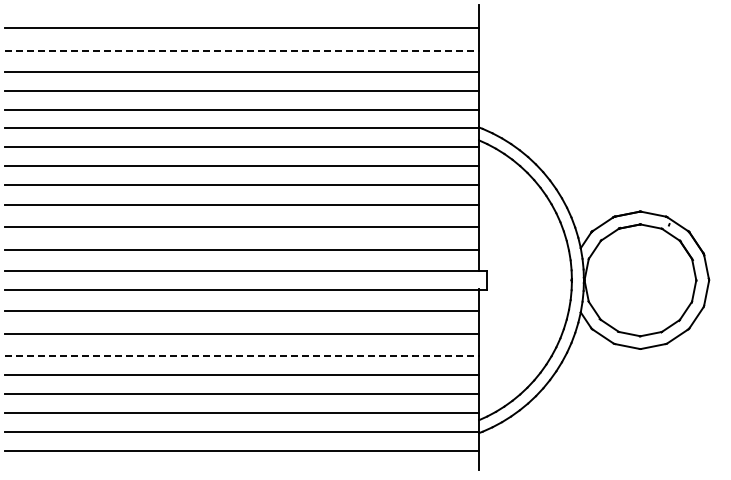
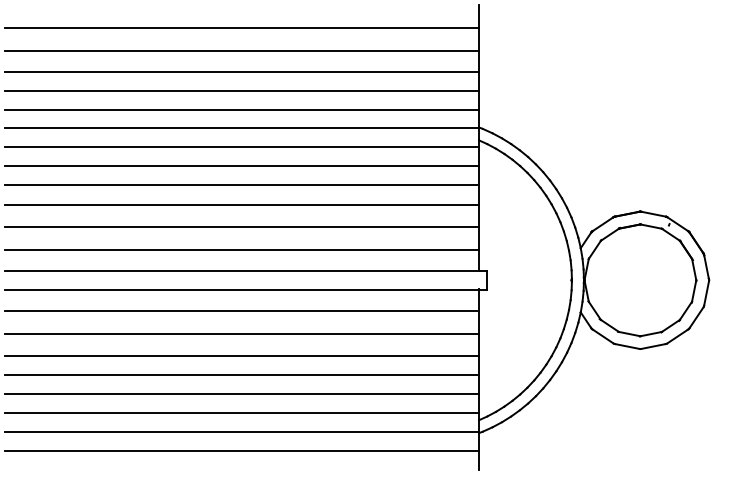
line at (242, 50): dashed -> solid
line at (242, 355): dashed -> solid
